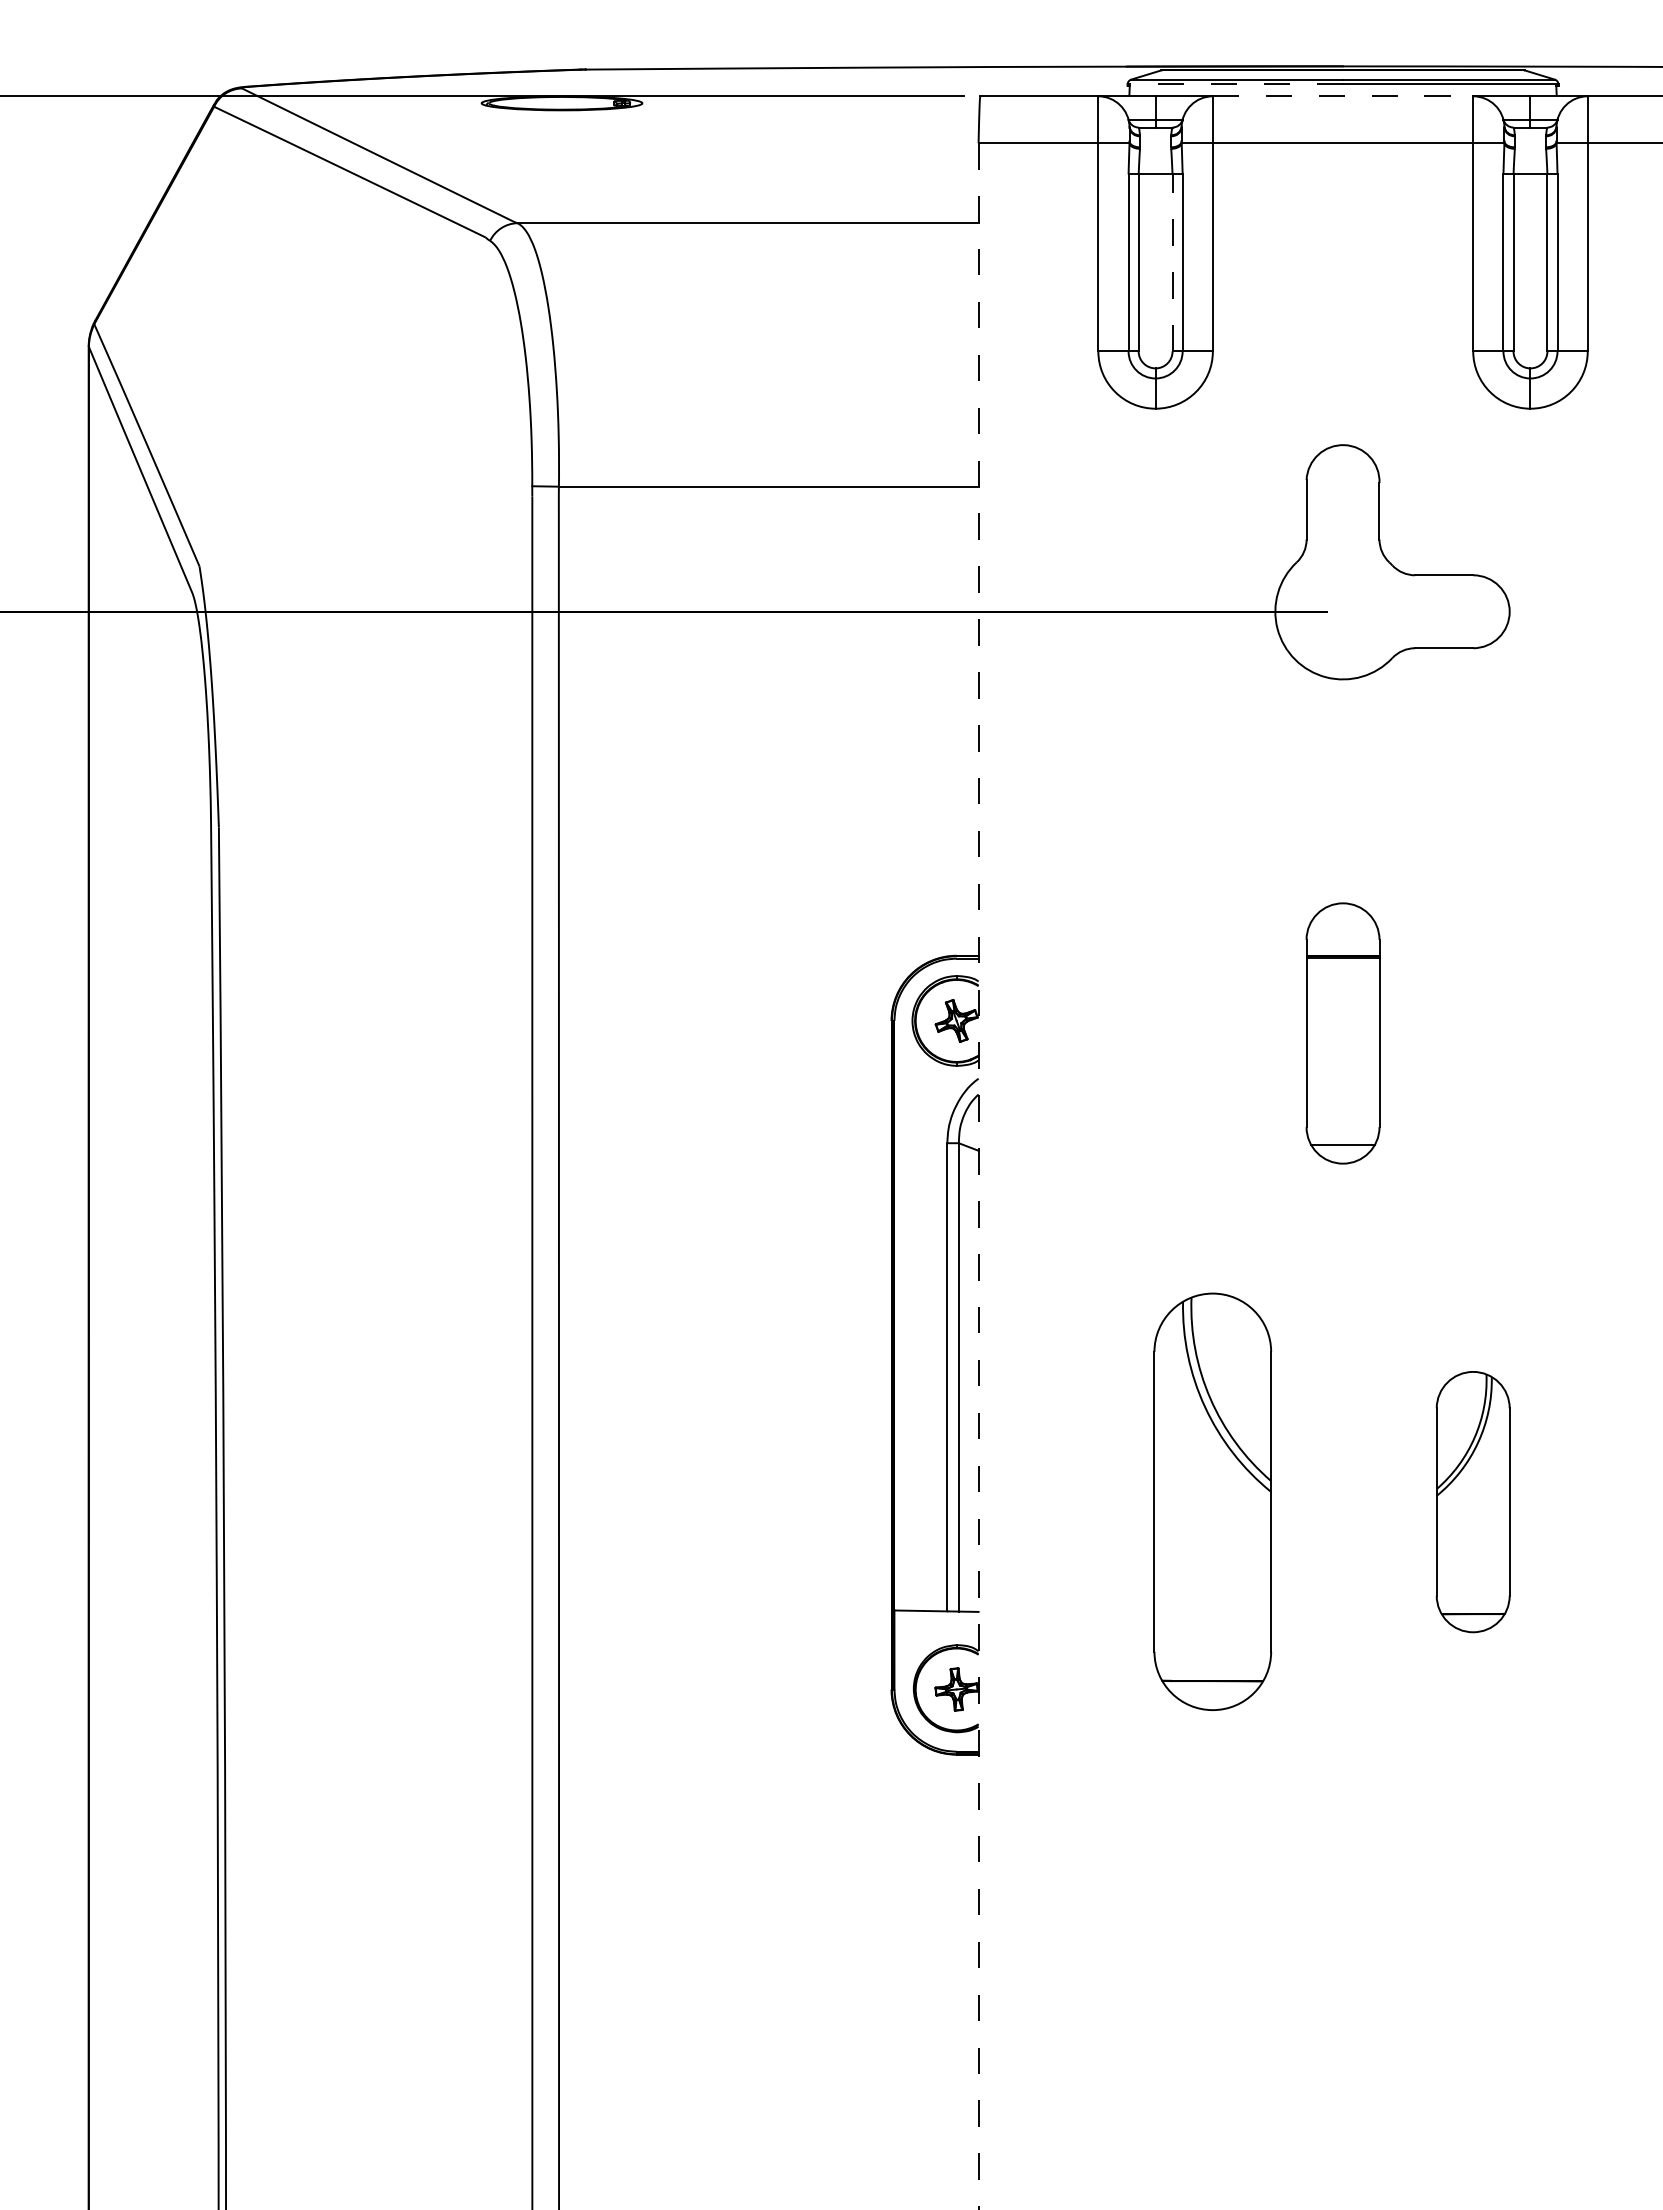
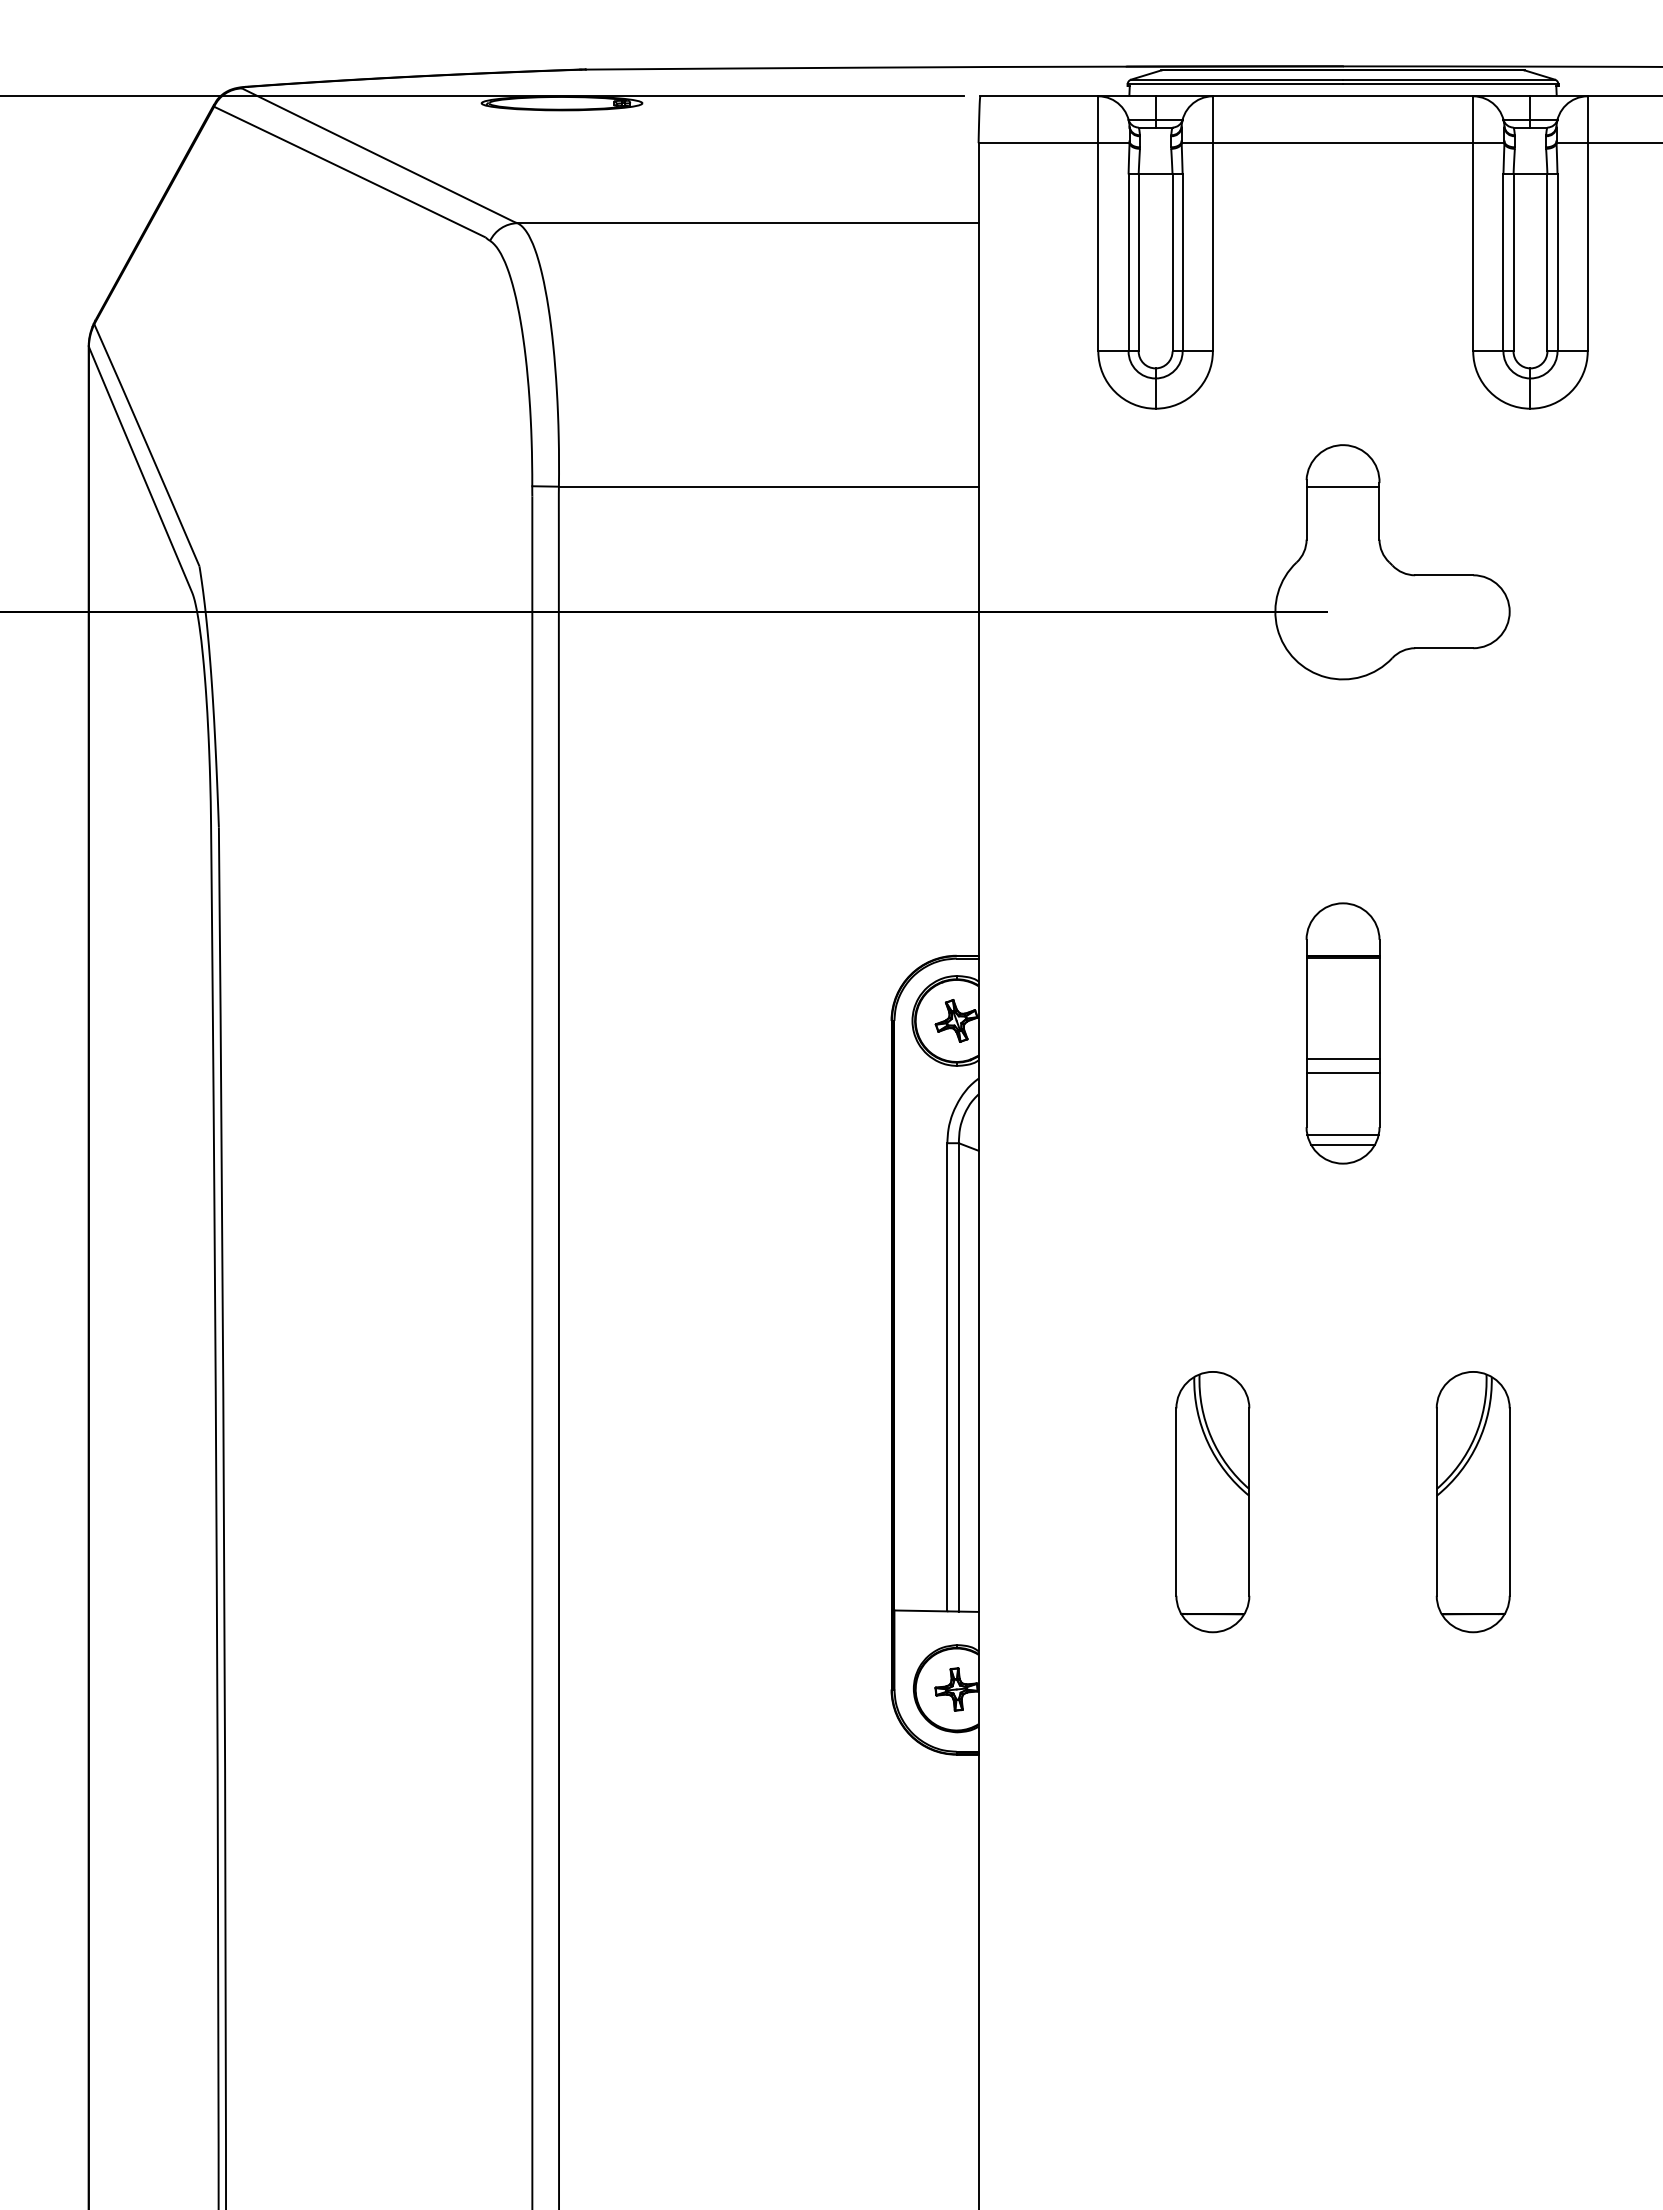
line at (1235, 84): dashed -> solid
line at (1343, 96): dashed -> solid
line at (1172, 262): dashed -> solid
line at (1342, 486): none -> present
line at (1342, 1058): none -> present
line at (1342, 1073): none -> present
line at (1342, 1135): none -> present
line at (978, 1176): dashed -> solid
part at (1212, 1501) size: 120x419 px -> 76x263 px
